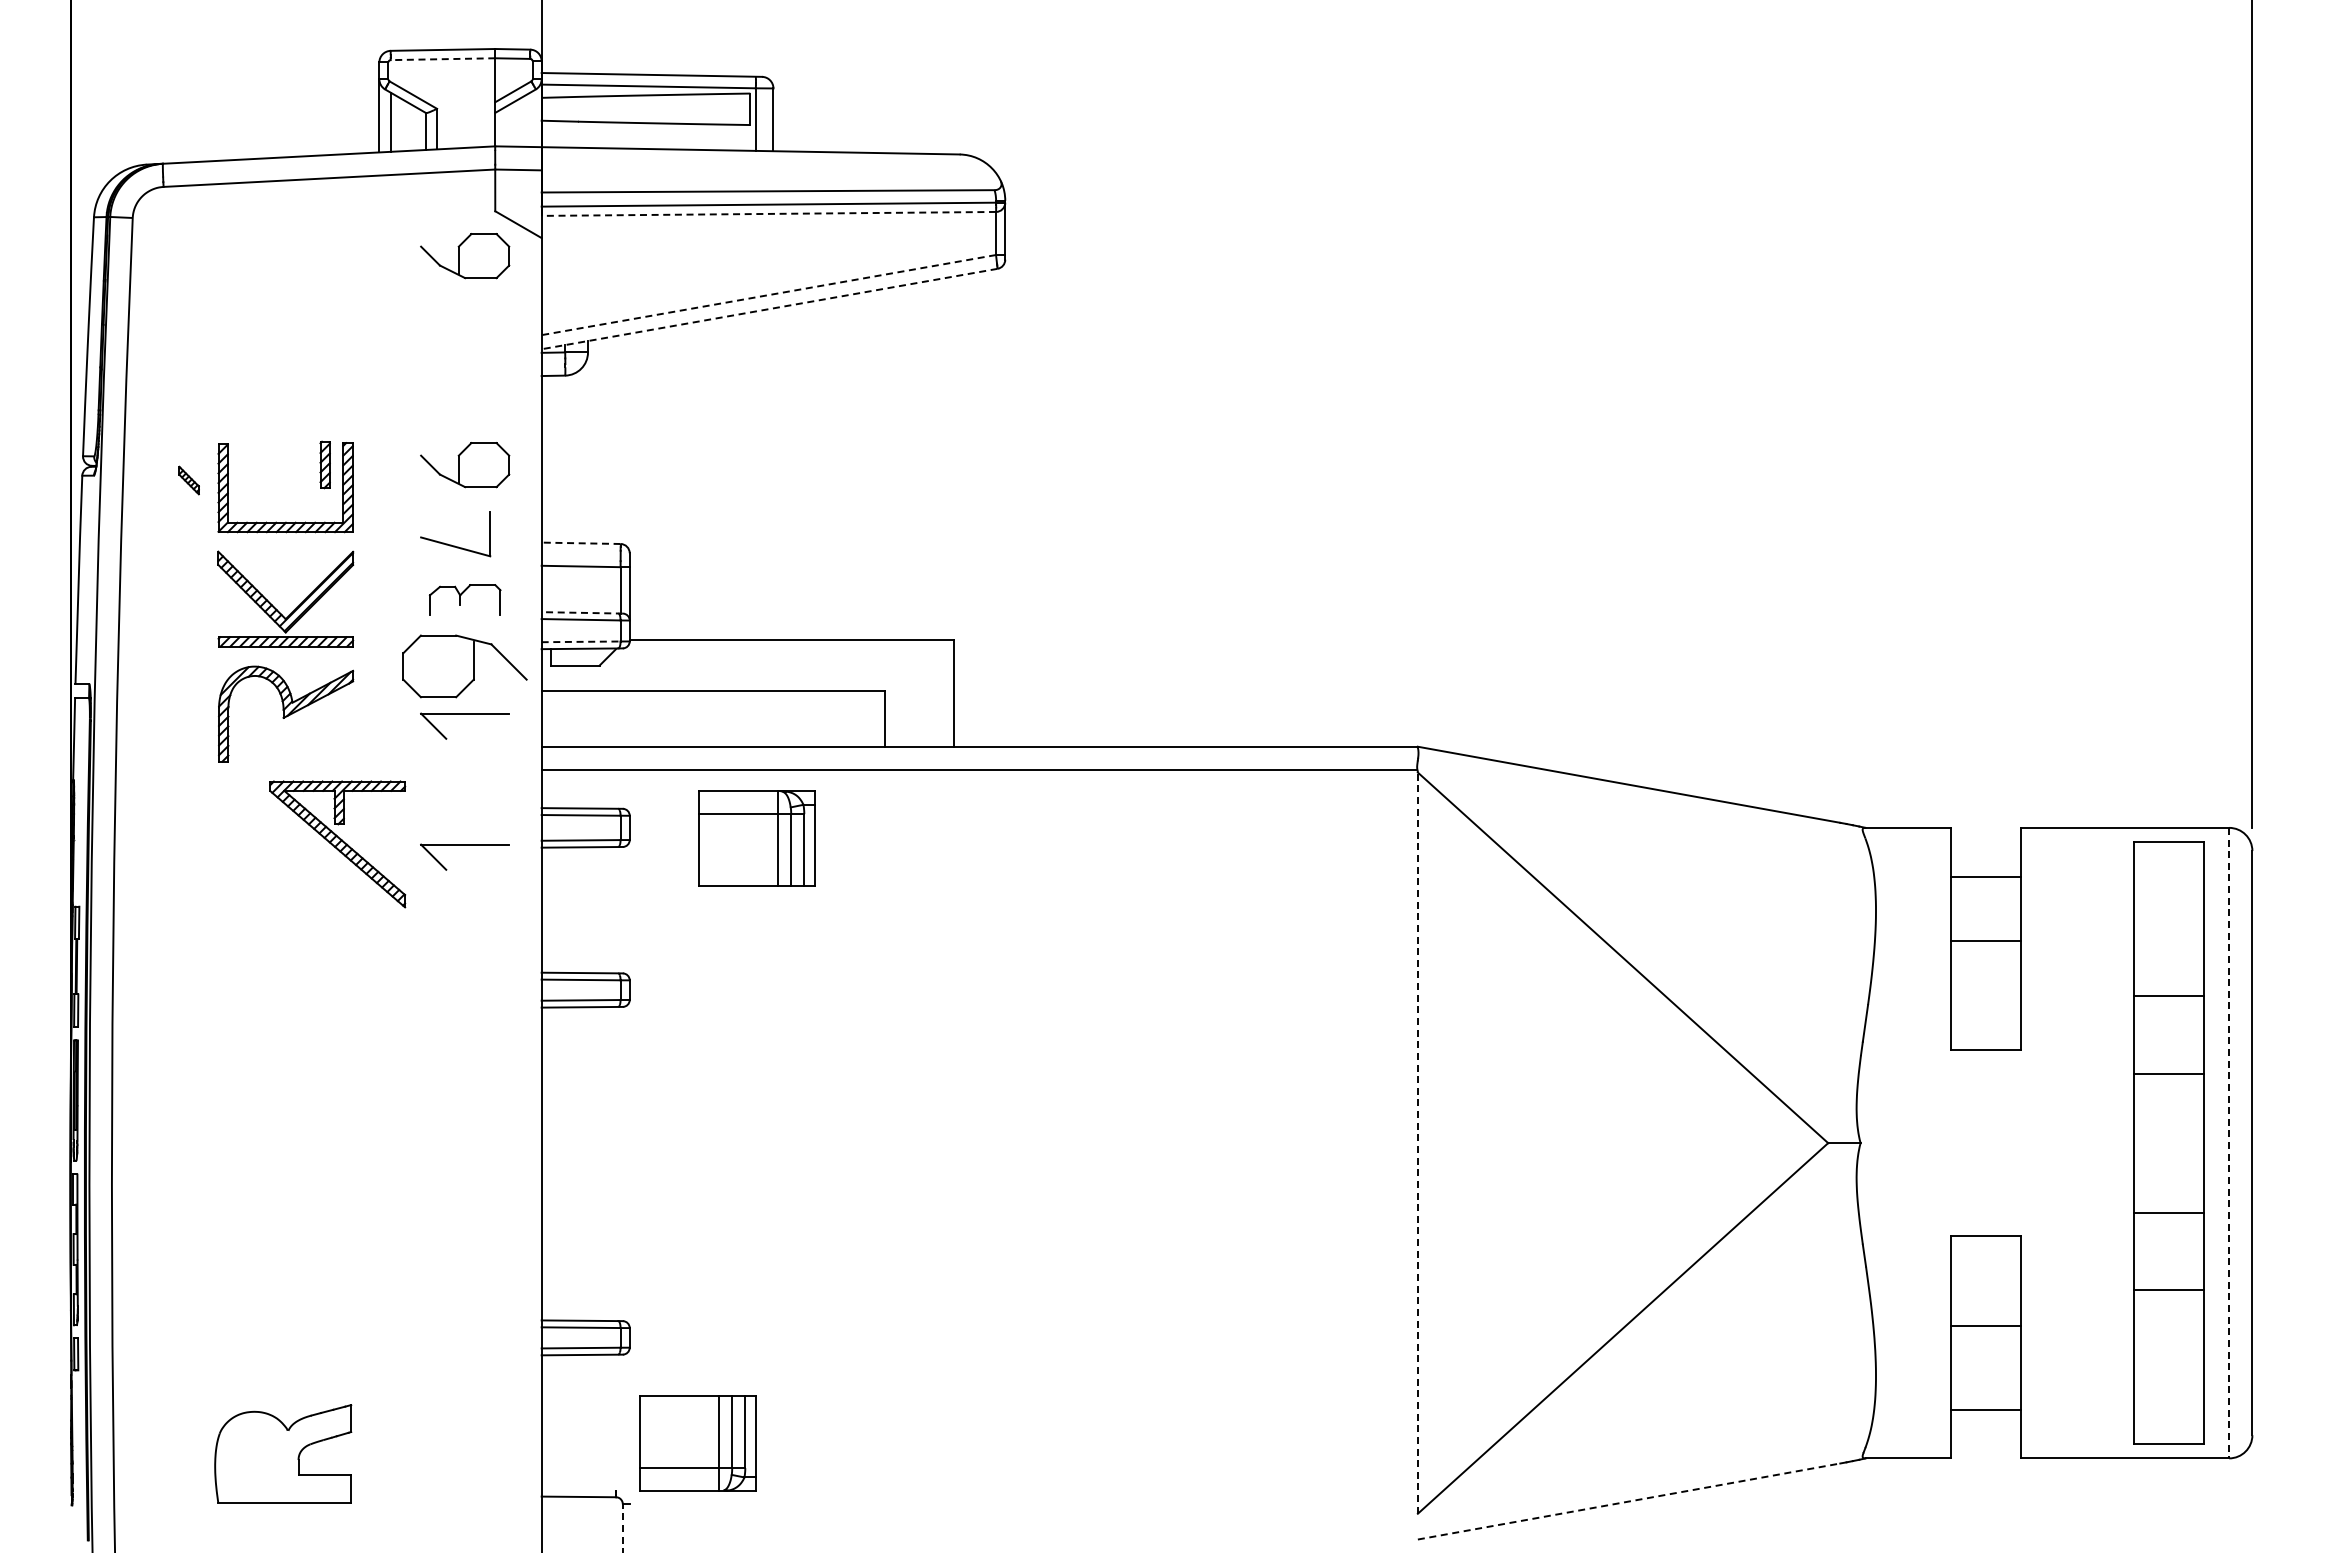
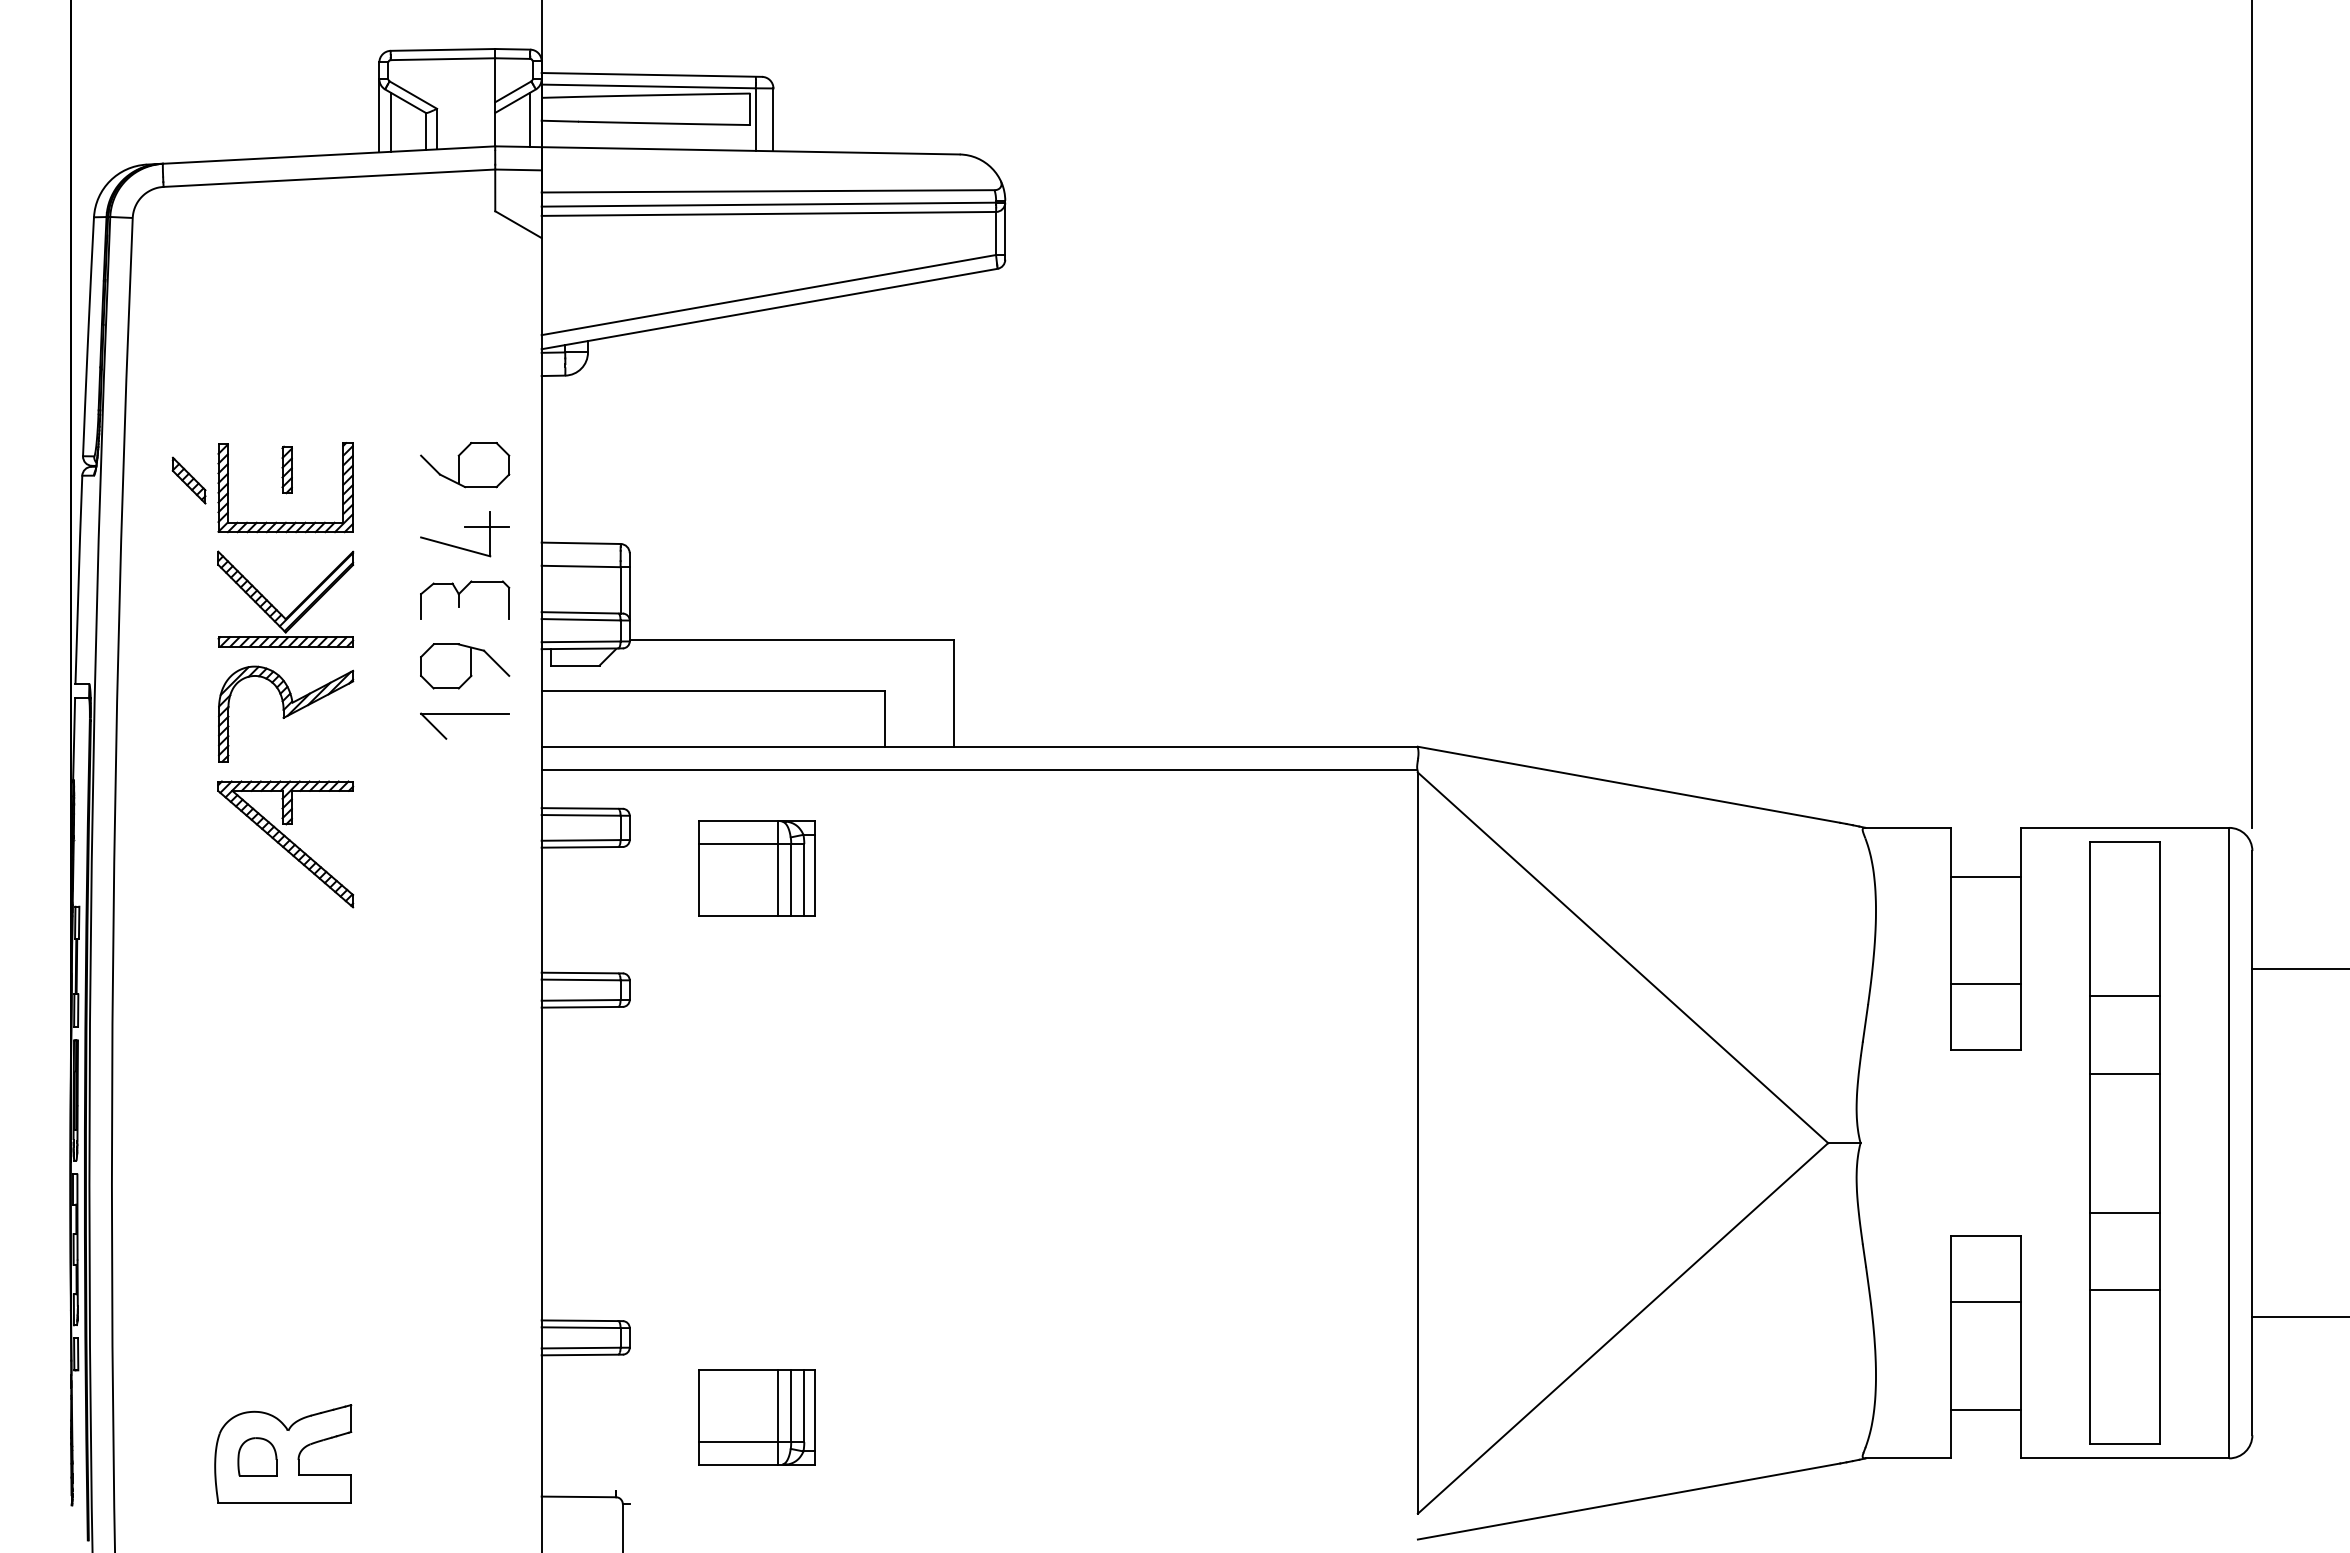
line at (442, 59): dashed -> solid
line at (530, 119): none -> present
line at (768, 213): dashed -> solid
part at (465, 256): present -> none
line at (768, 295): dashed -> solid
line at (769, 309): dashed -> solid
part at (324, 464) position: (324, 464) -> (286, 469)
part at (188, 480) size: 22x31 px -> 36x49 px
line at (487, 526): none -> present
line at (580, 543): dashed -> solid
part at (464, 599) size: 74x32 px -> 91x40 px
line at (582, 612): dashed -> solid
line at (581, 641): dashed -> solid
part at (464, 666) size: 126x65 px -> 91x47 px
part at (756, 838) position: (756, 838) -> (756, 868)
part at (337, 844) position: (337, 844) -> (285, 844)
part at (464, 845): present -> none
line at (1985, 940) position: (1985, 940) -> (1985, 983)
line at (2299, 969): none -> present
part at (2168, 1142) position: (2168, 1142) -> (2124, 1142)
line at (1417, 1143): dashed -> solid
line at (2229, 1143): dashed -> solid
line at (2299, 1316): none -> present
line at (1985, 1326) position: (1985, 1326) -> (1985, 1302)
part at (697, 1443) position: (697, 1443) -> (756, 1417)
part at (257, 1456): none -> present
line at (1629, 1501): dashed -> solid
line at (622, 1527): dashed -> solid
